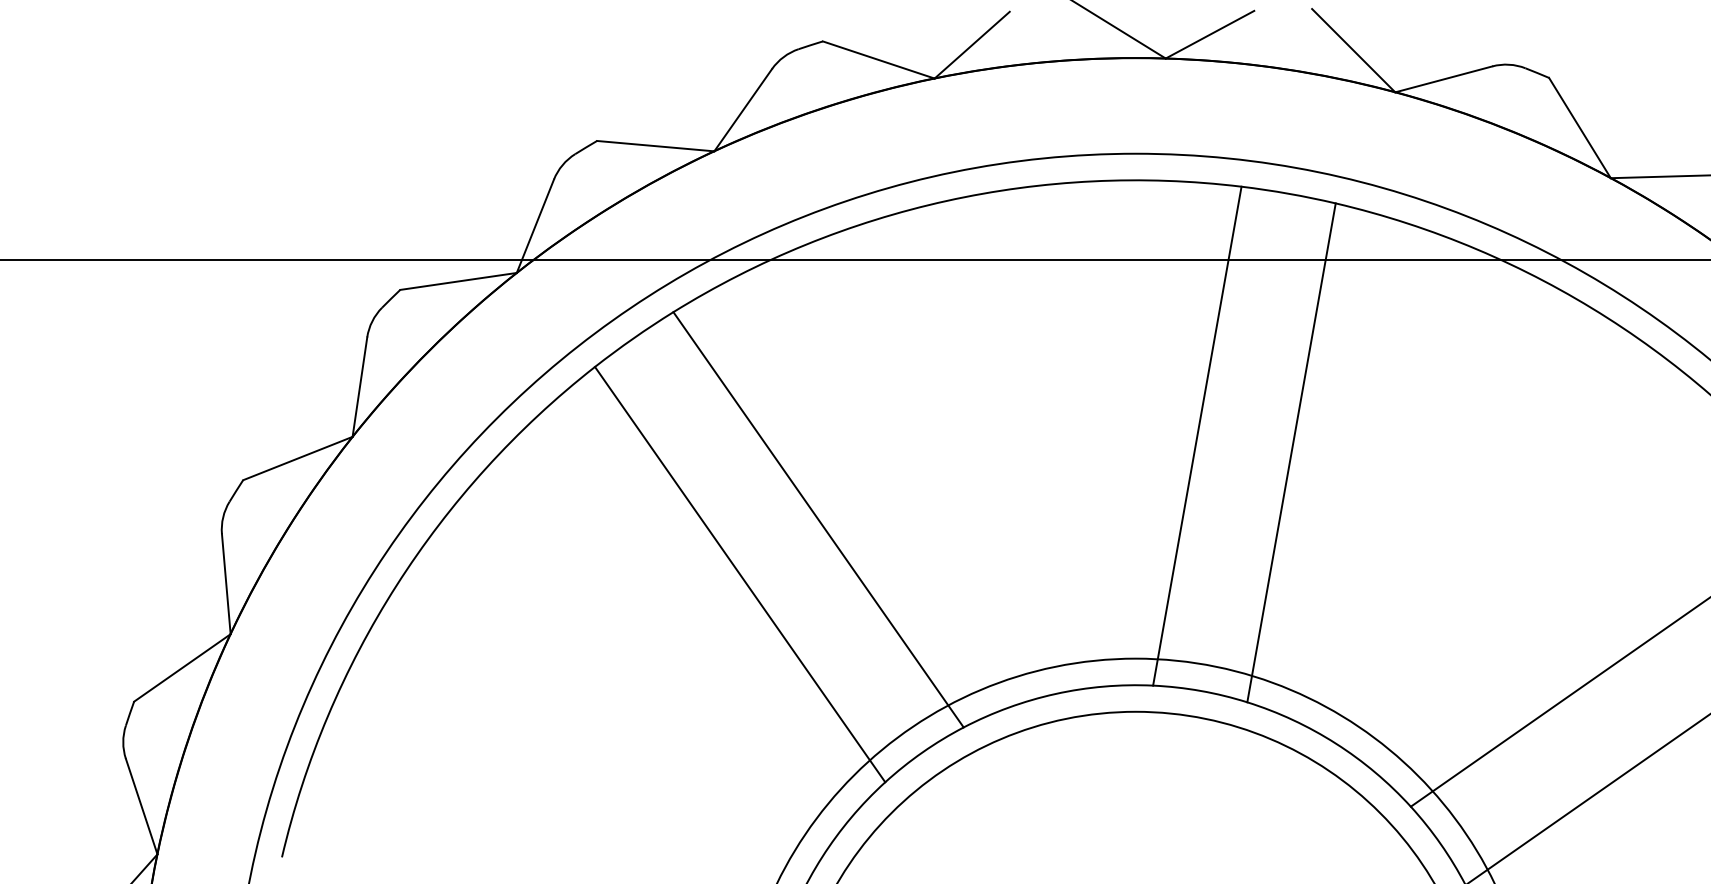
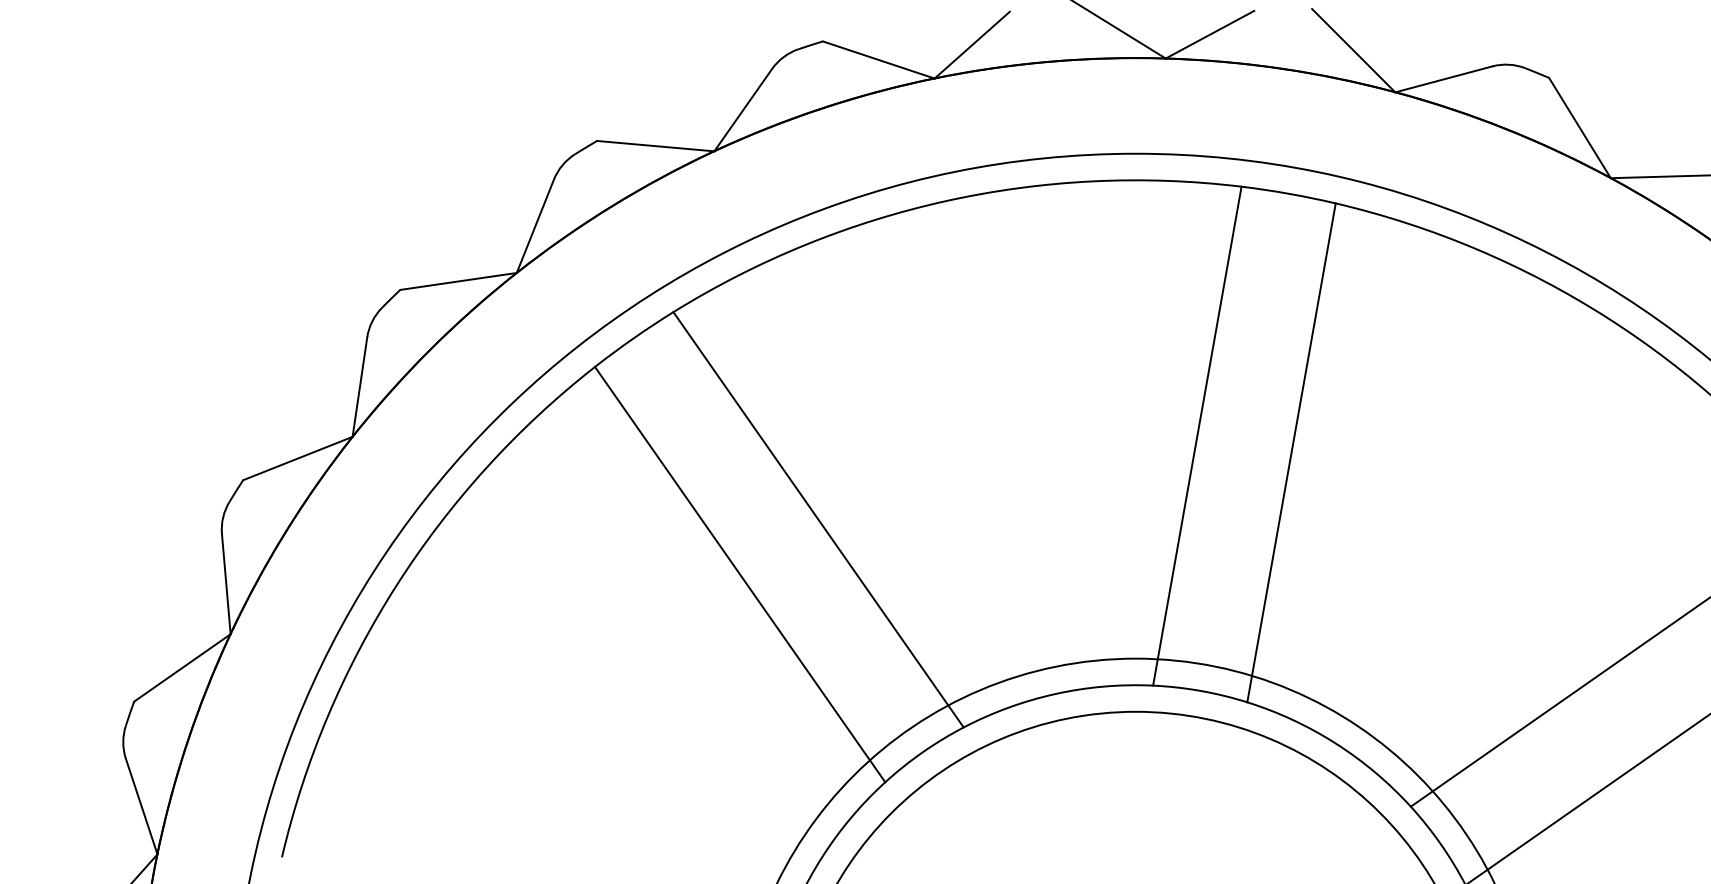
line at (854, 260): present -> none
